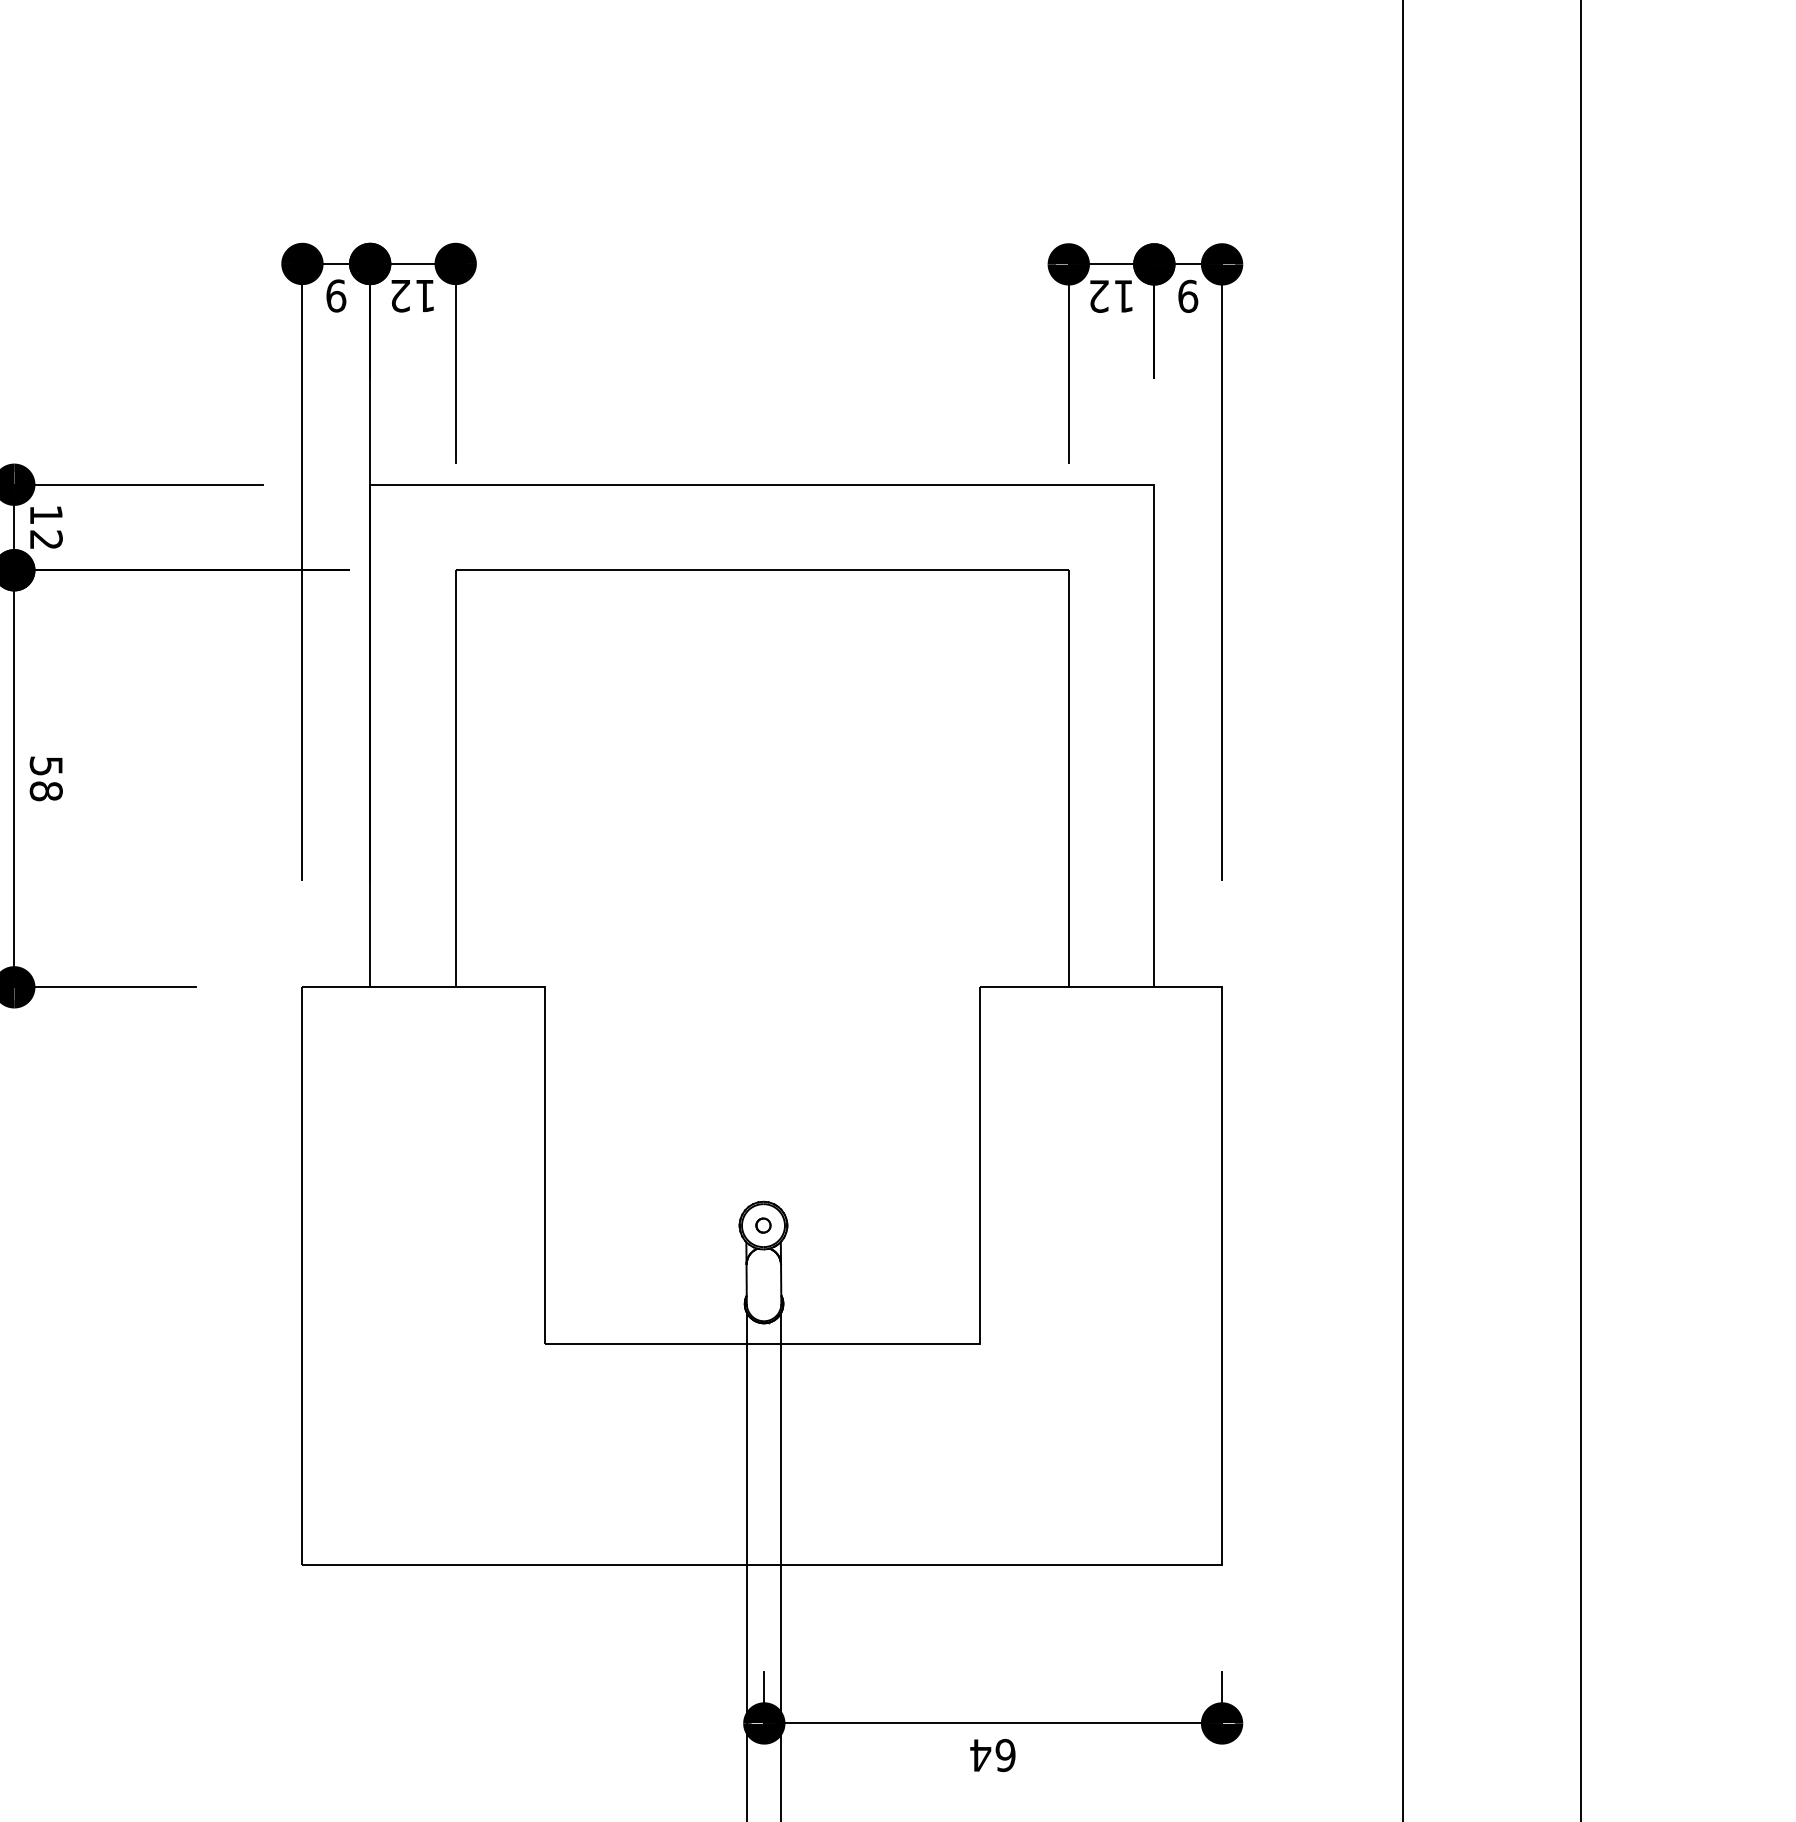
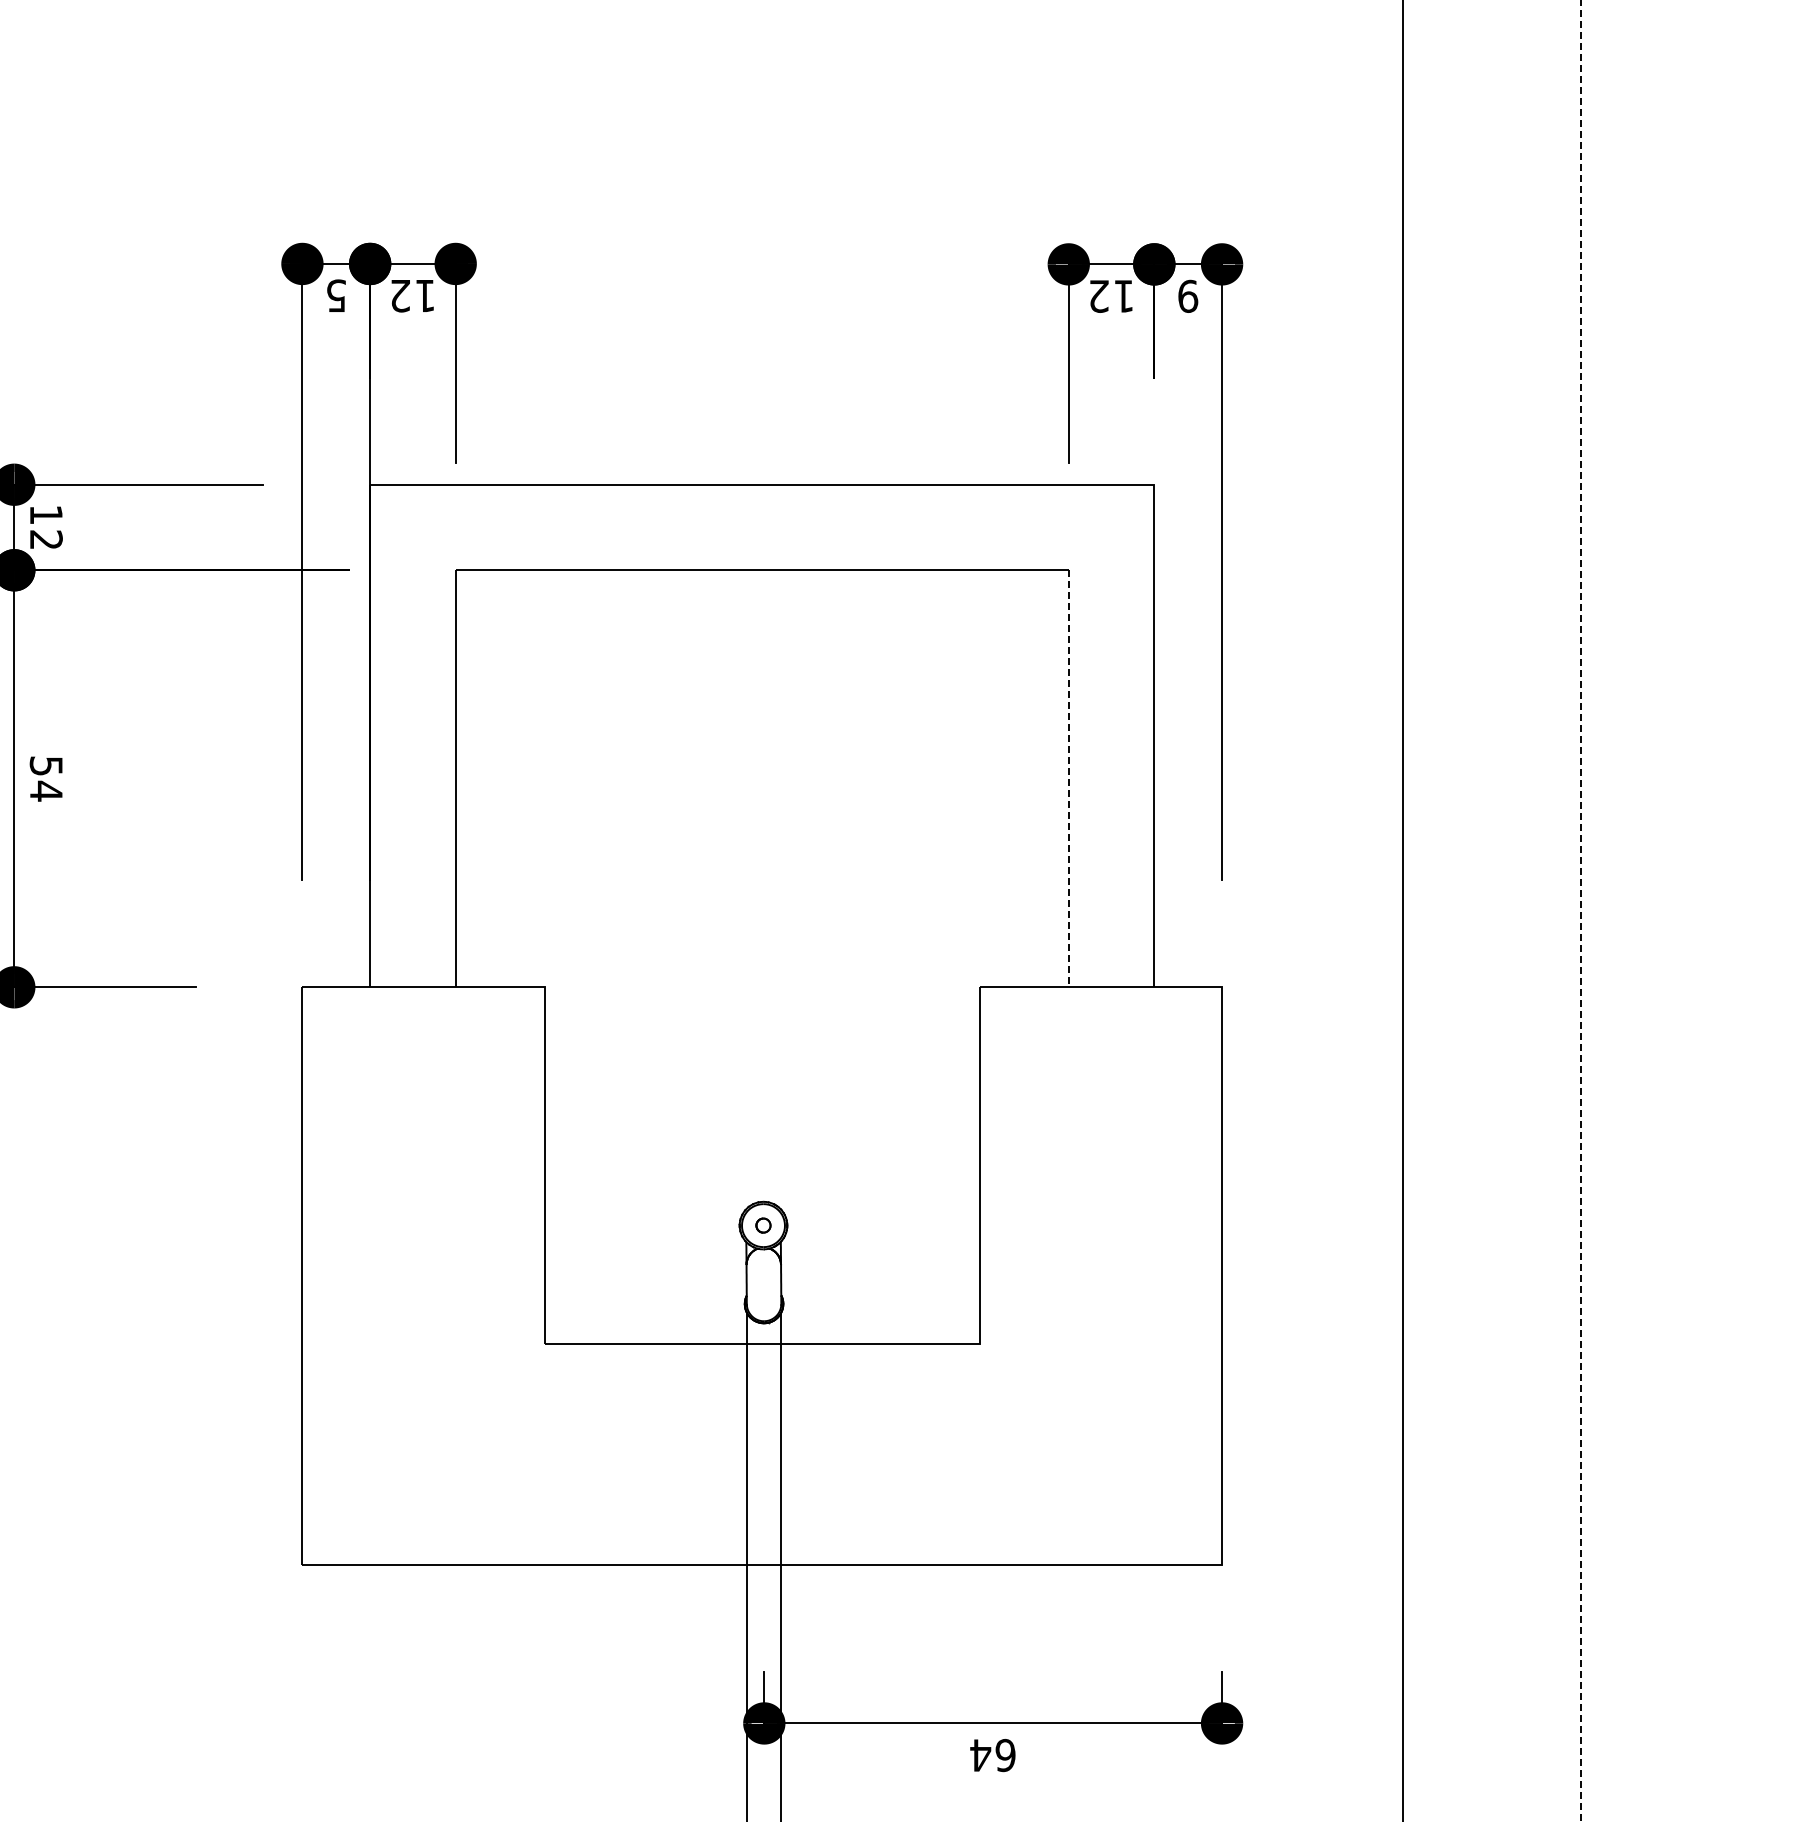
text at (336, 295): 9 -> 5
line at (1068, 778): solid -> dashed
text at (45, 790): 58 -> 54
line at (1581, 911): solid -> dashed
